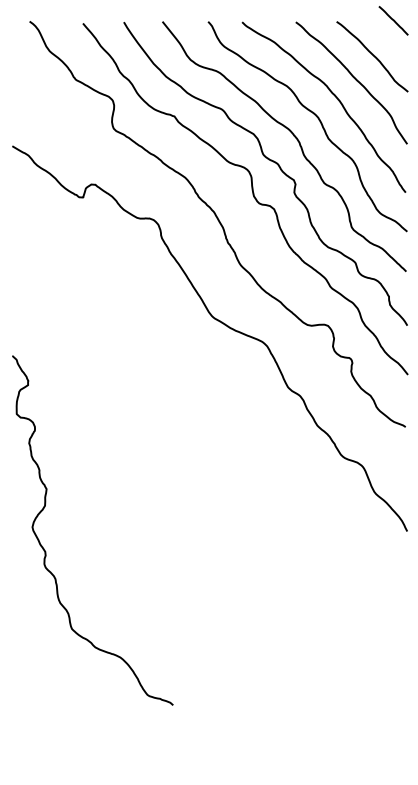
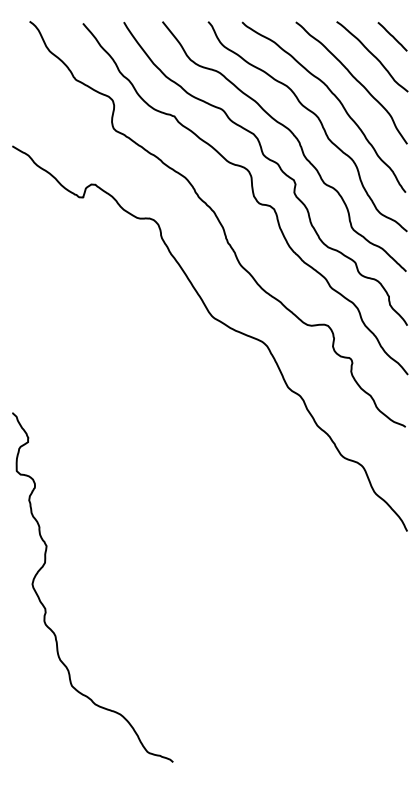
line at (393, 20) position: (393, 20) -> (392, 36)
curve at (46, 551) position: (46, 551) -> (46, 608)
